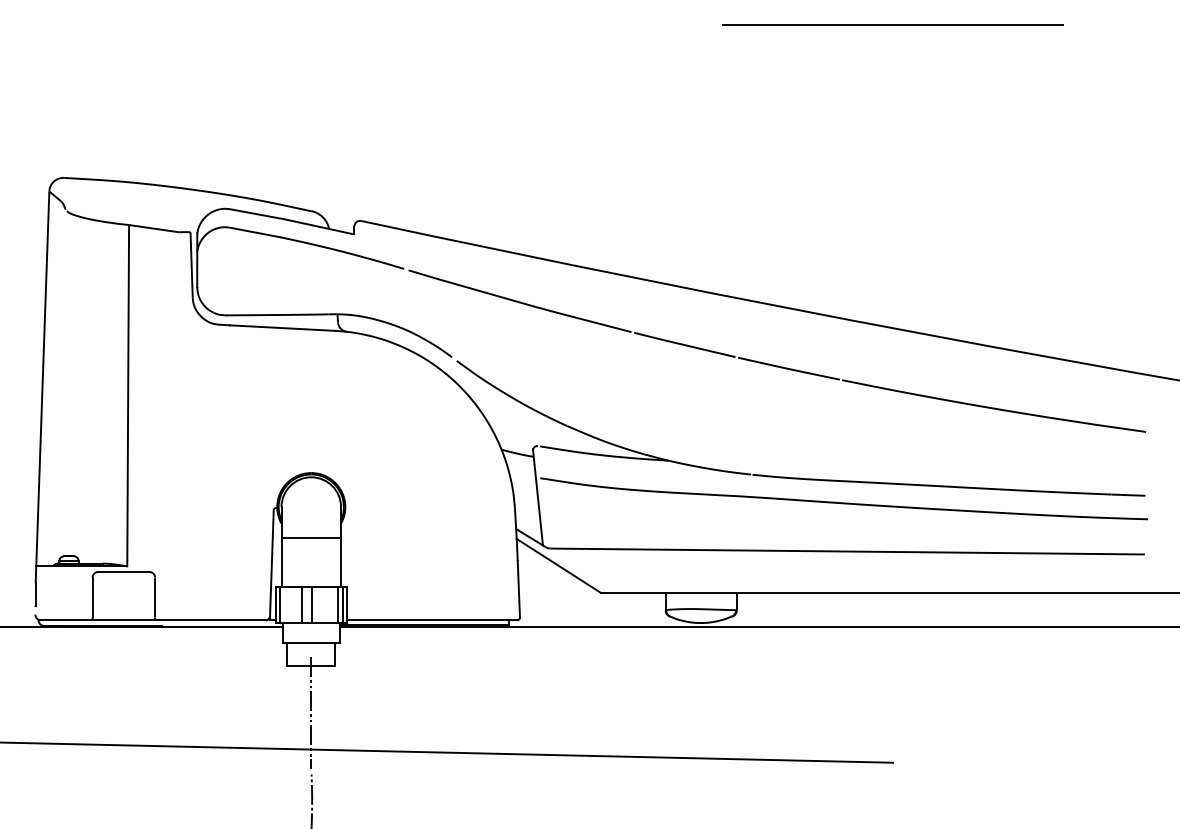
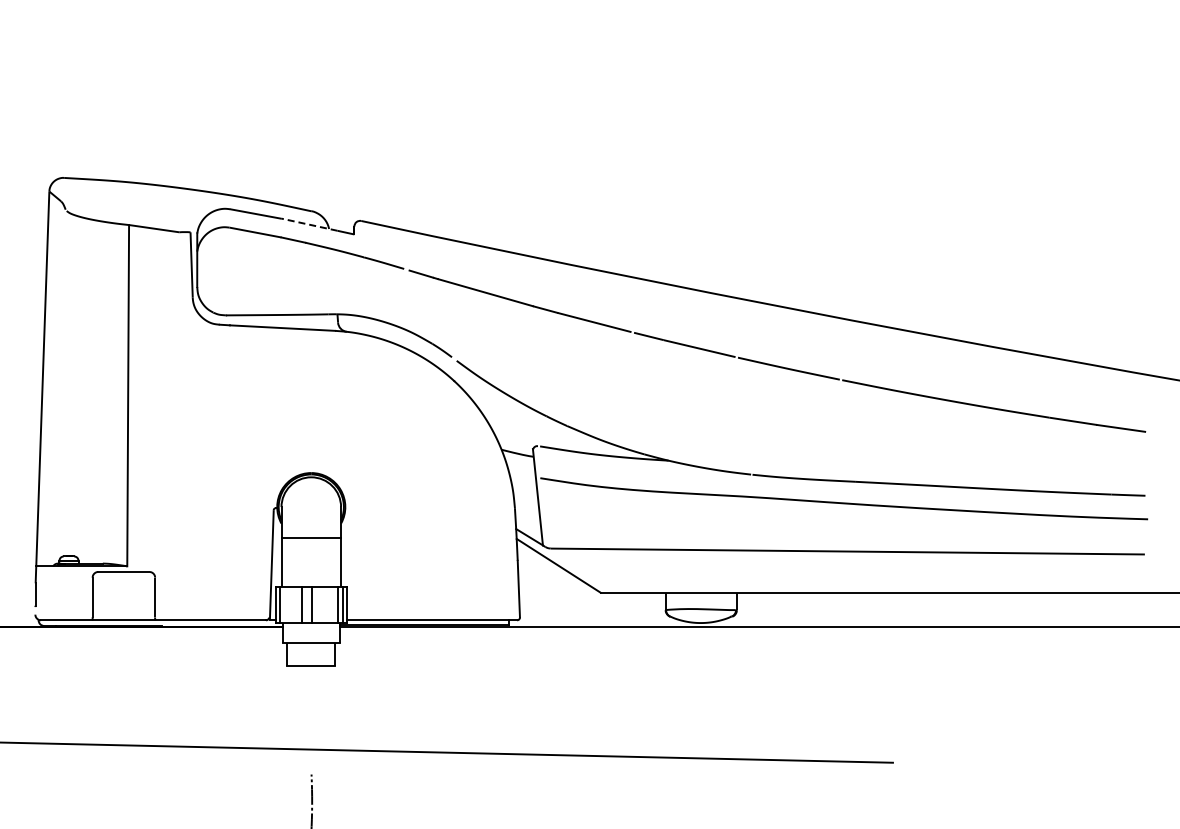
line at (892, 24): present -> none
line at (309, 224): solid -> dashed
line at (311, 713): present -> none
